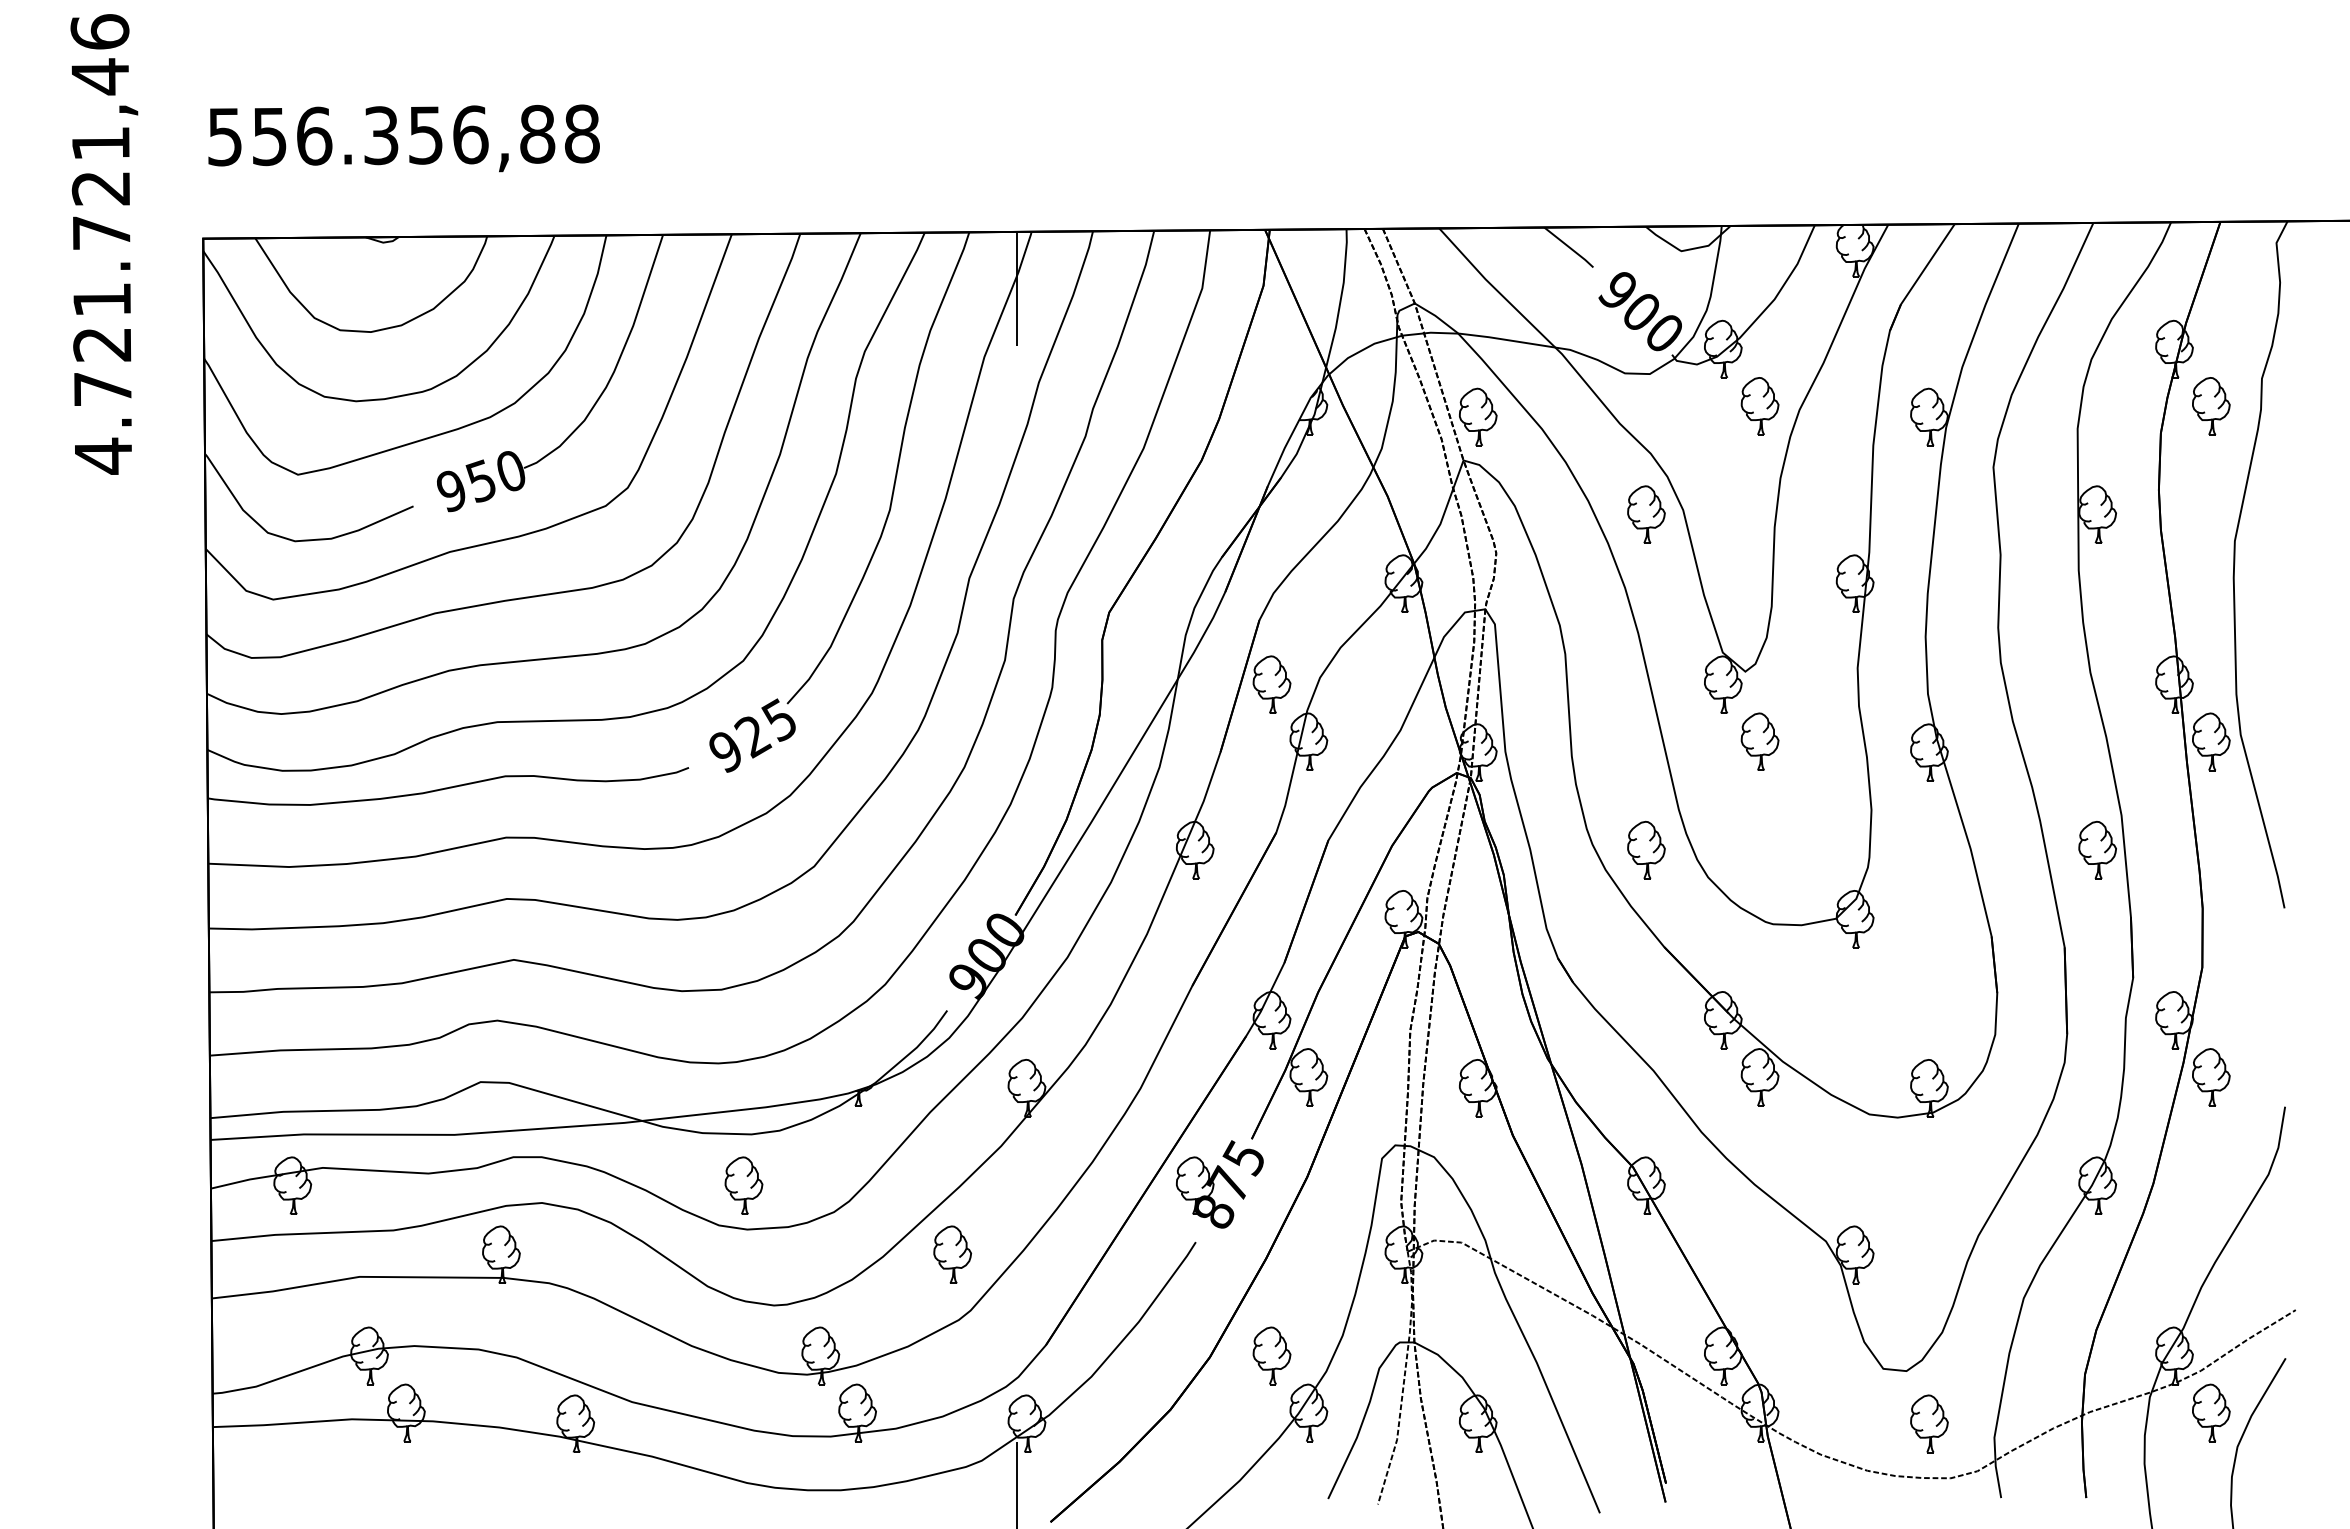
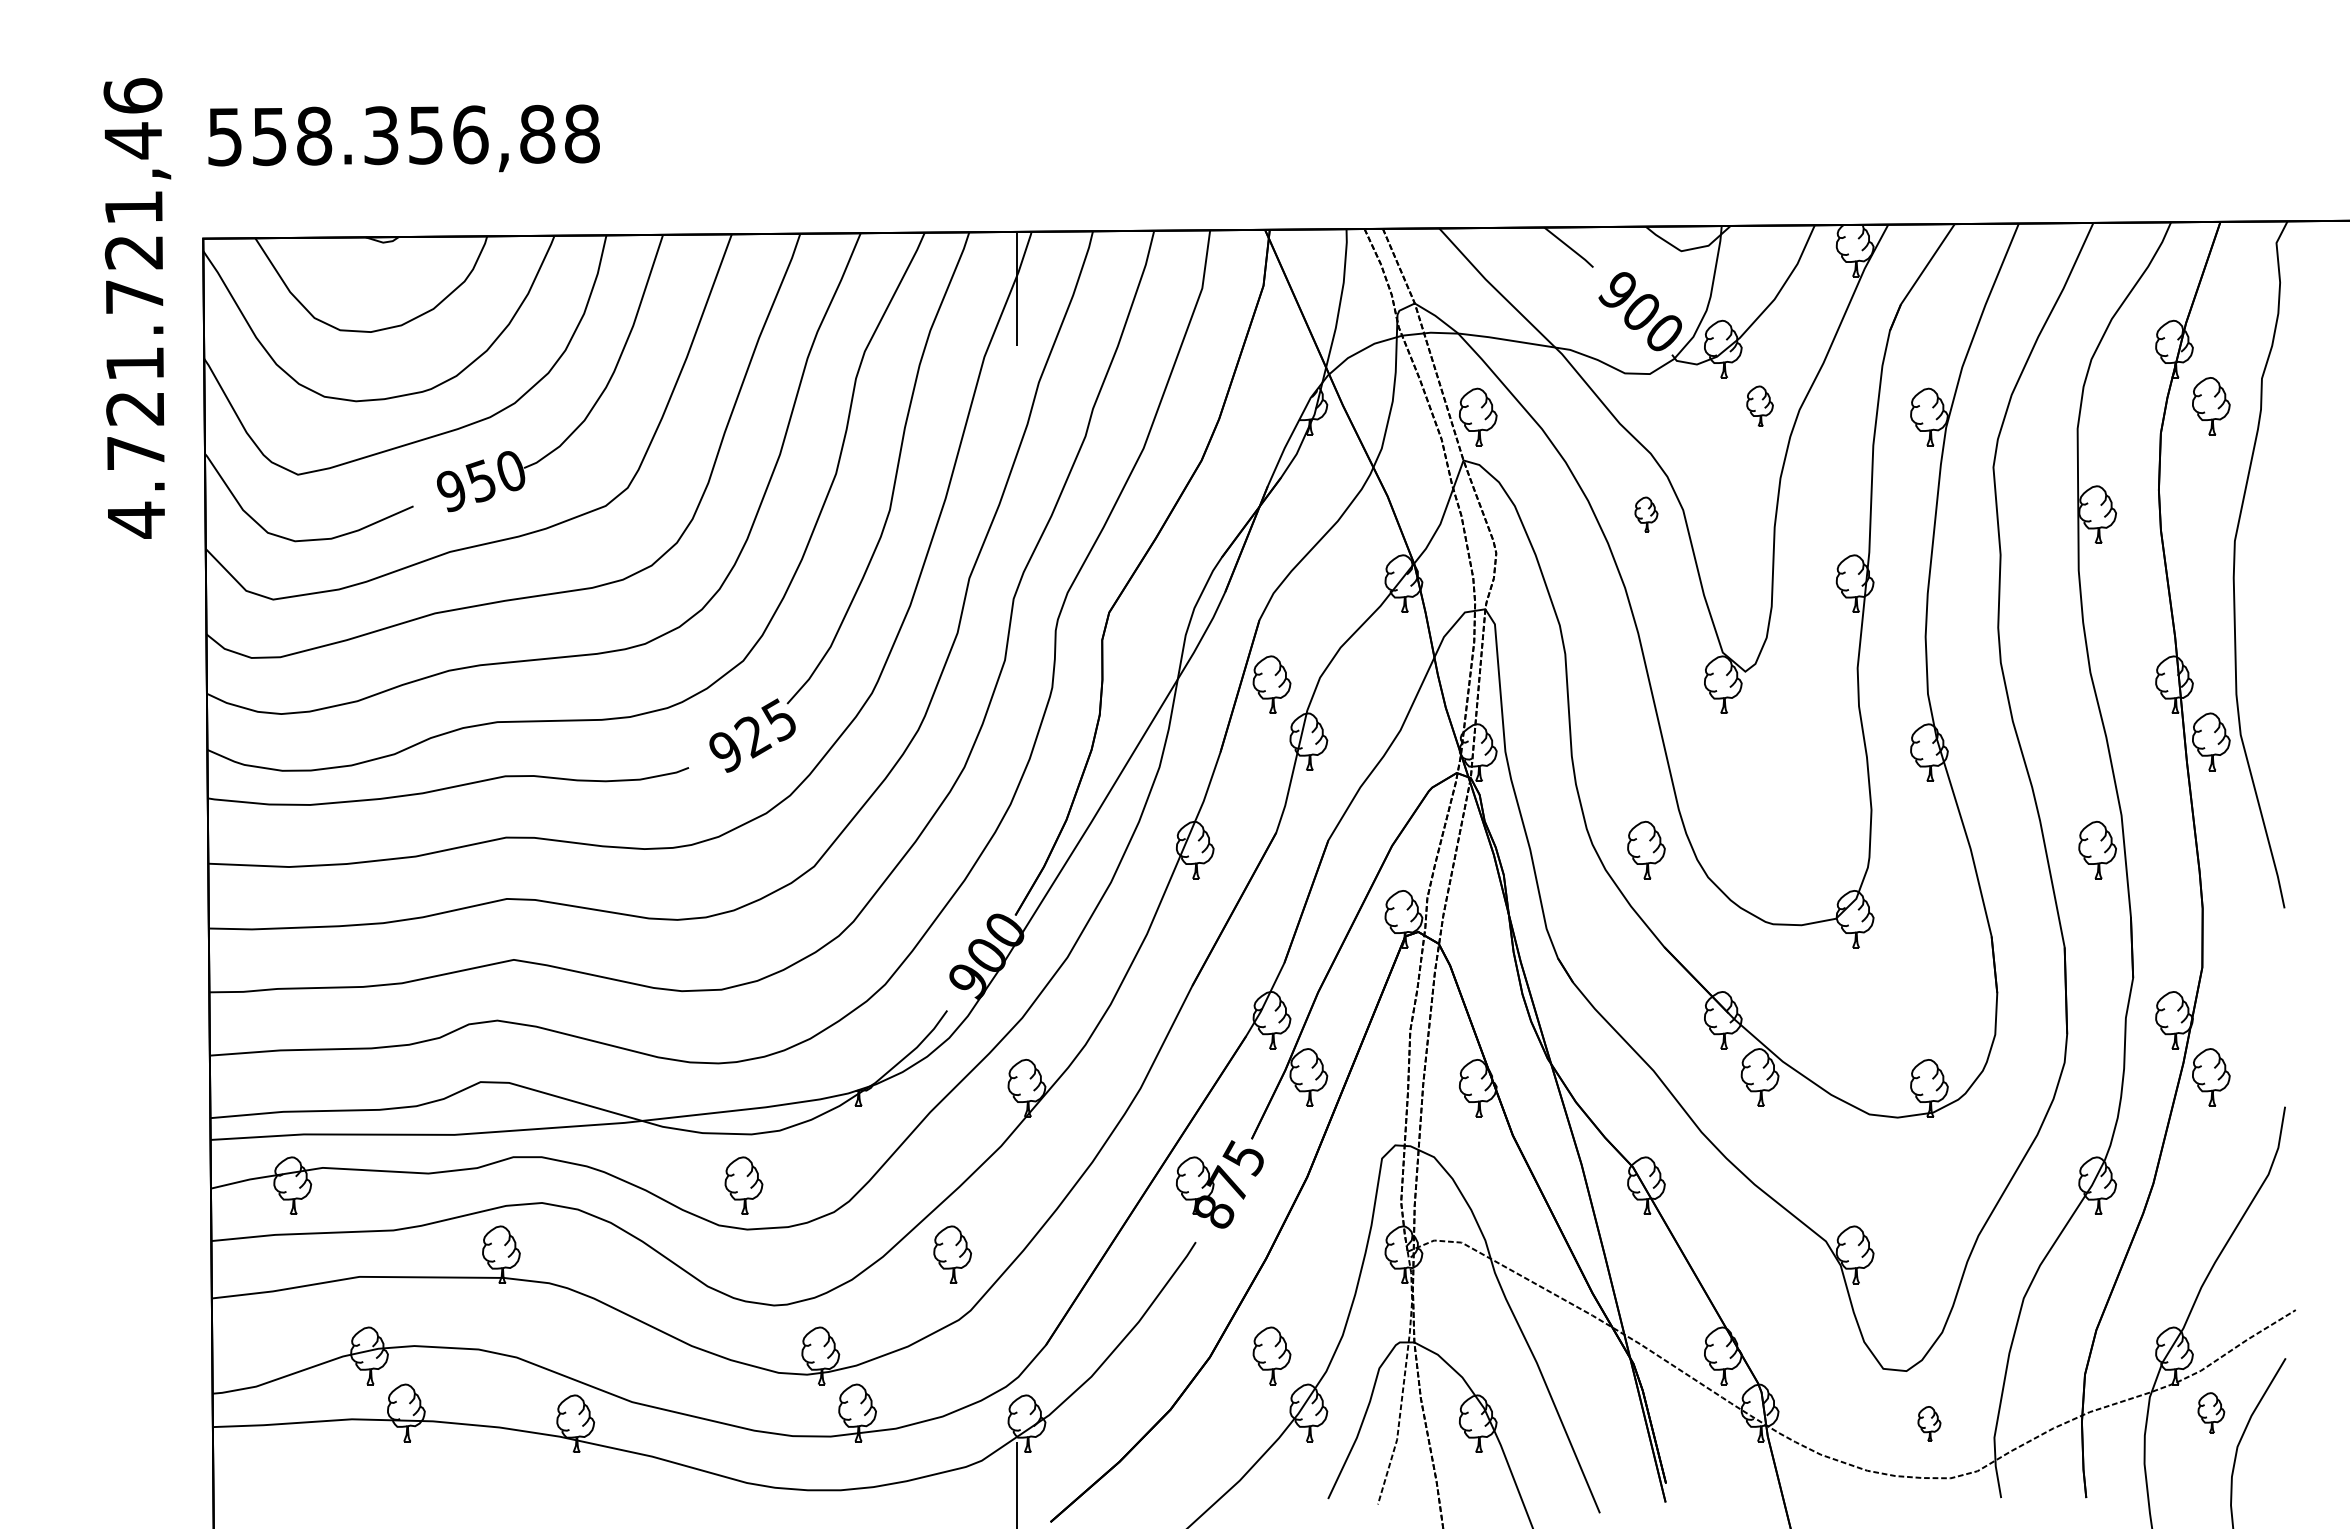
text at (314, 135): 556.356,88 -> 558.356,88
text at (104, 244) position: (104, 244) -> (137, 308)
part at (1759, 406) size: 40x59 px -> 28x42 px
part at (1646, 514) size: 39x59 px -> 25x37 px
part at (1759, 741): present -> none
part at (2211, 1412) size: 39x60 px -> 29x42 px
part at (1929, 1423) size: 39x60 px -> 25x36 px
